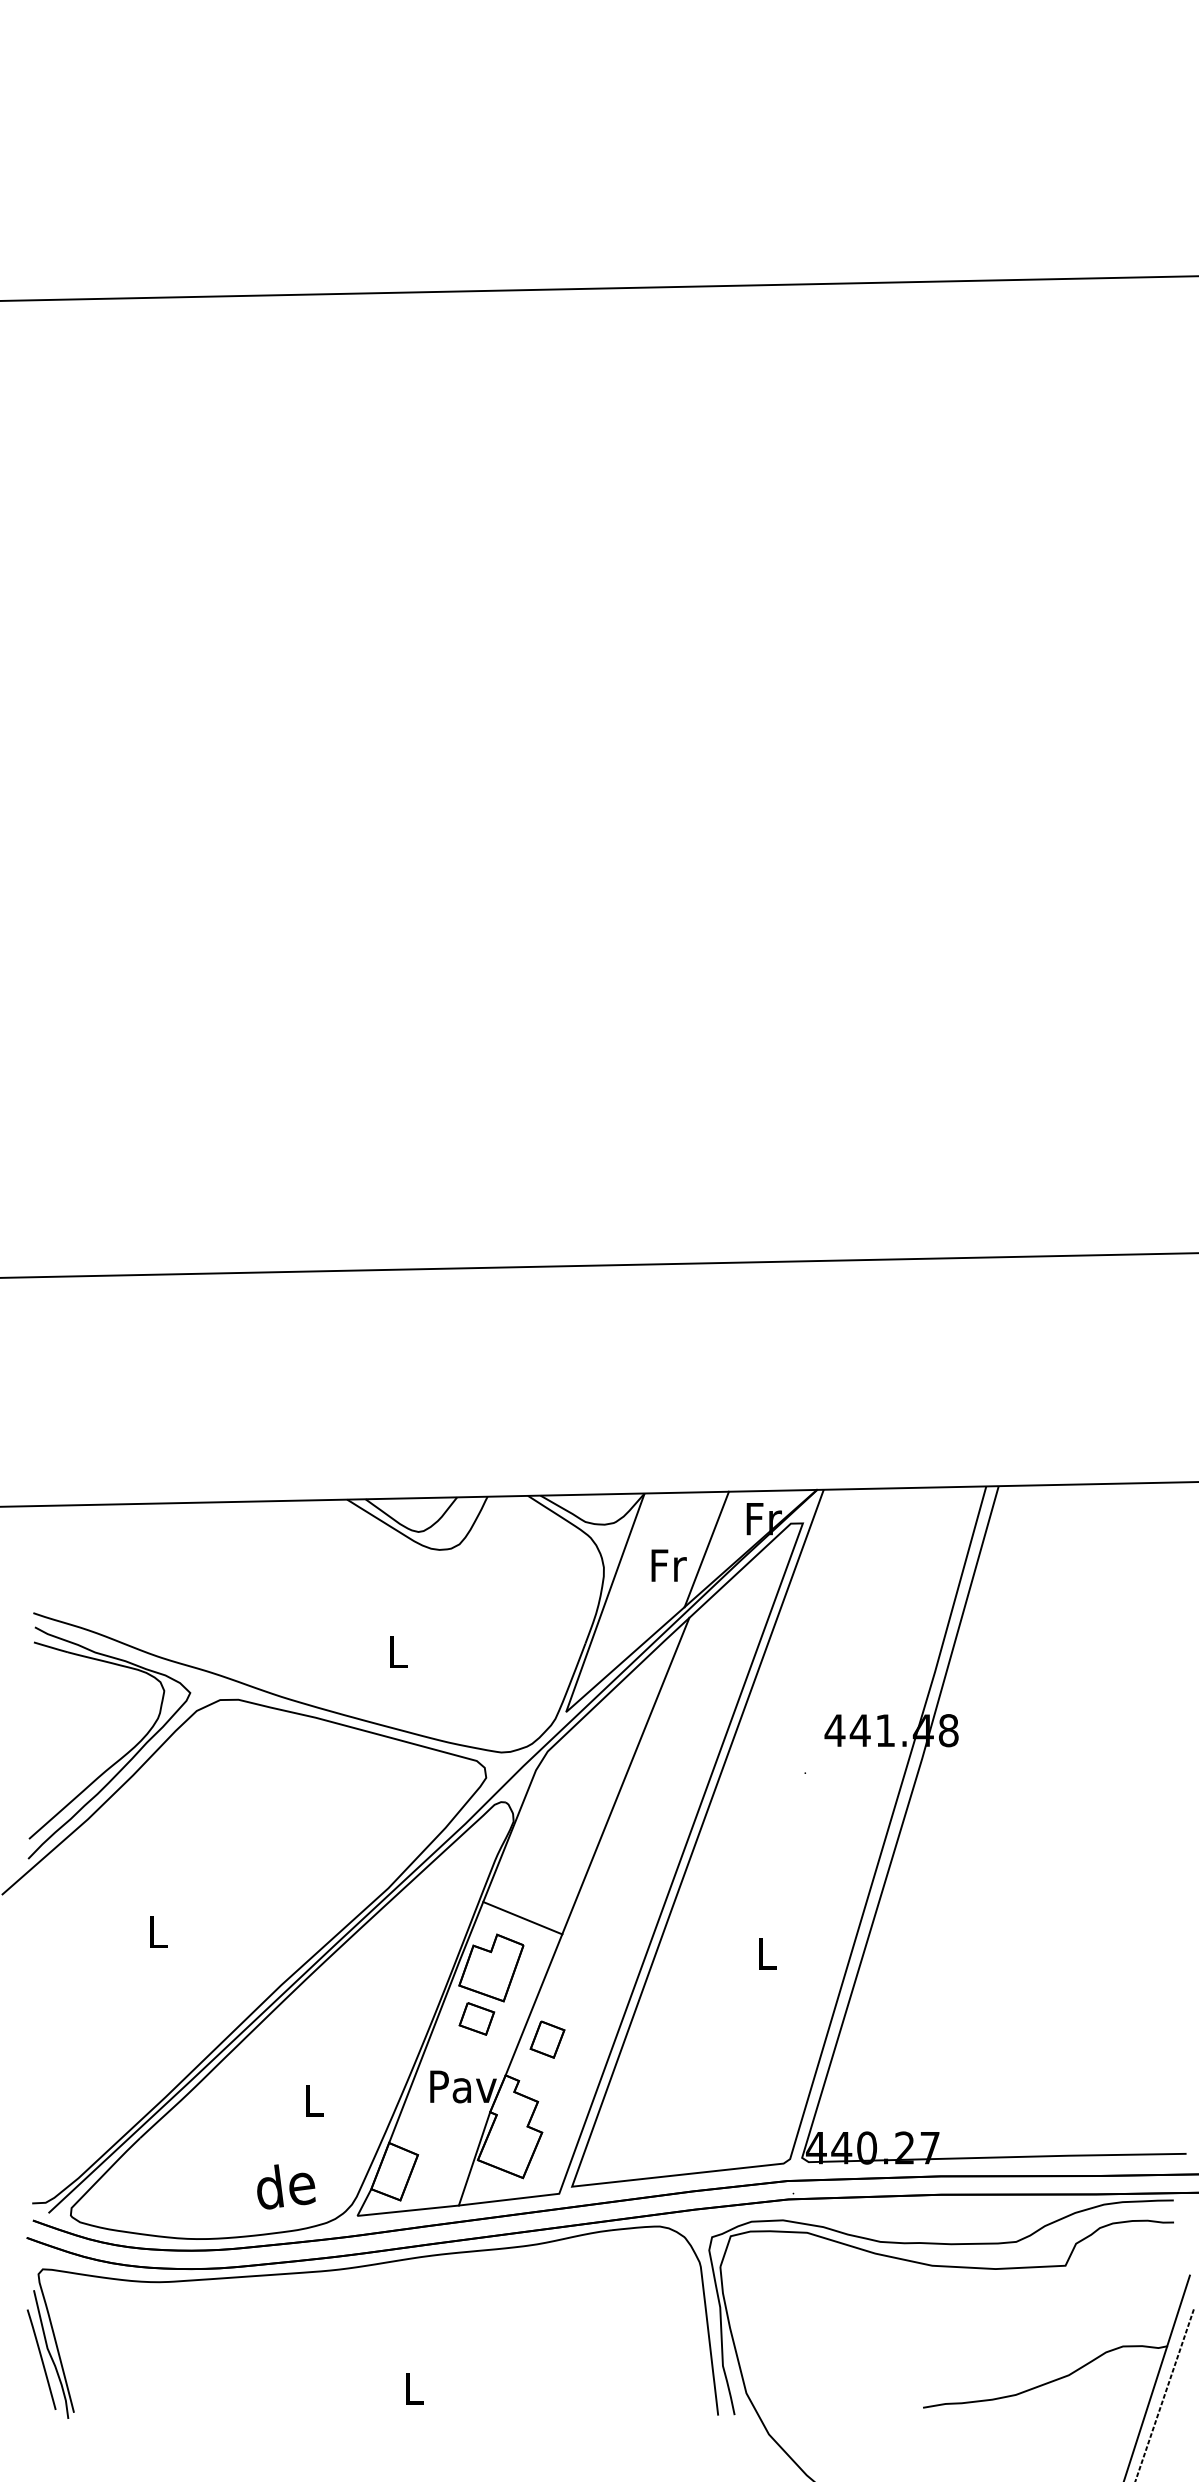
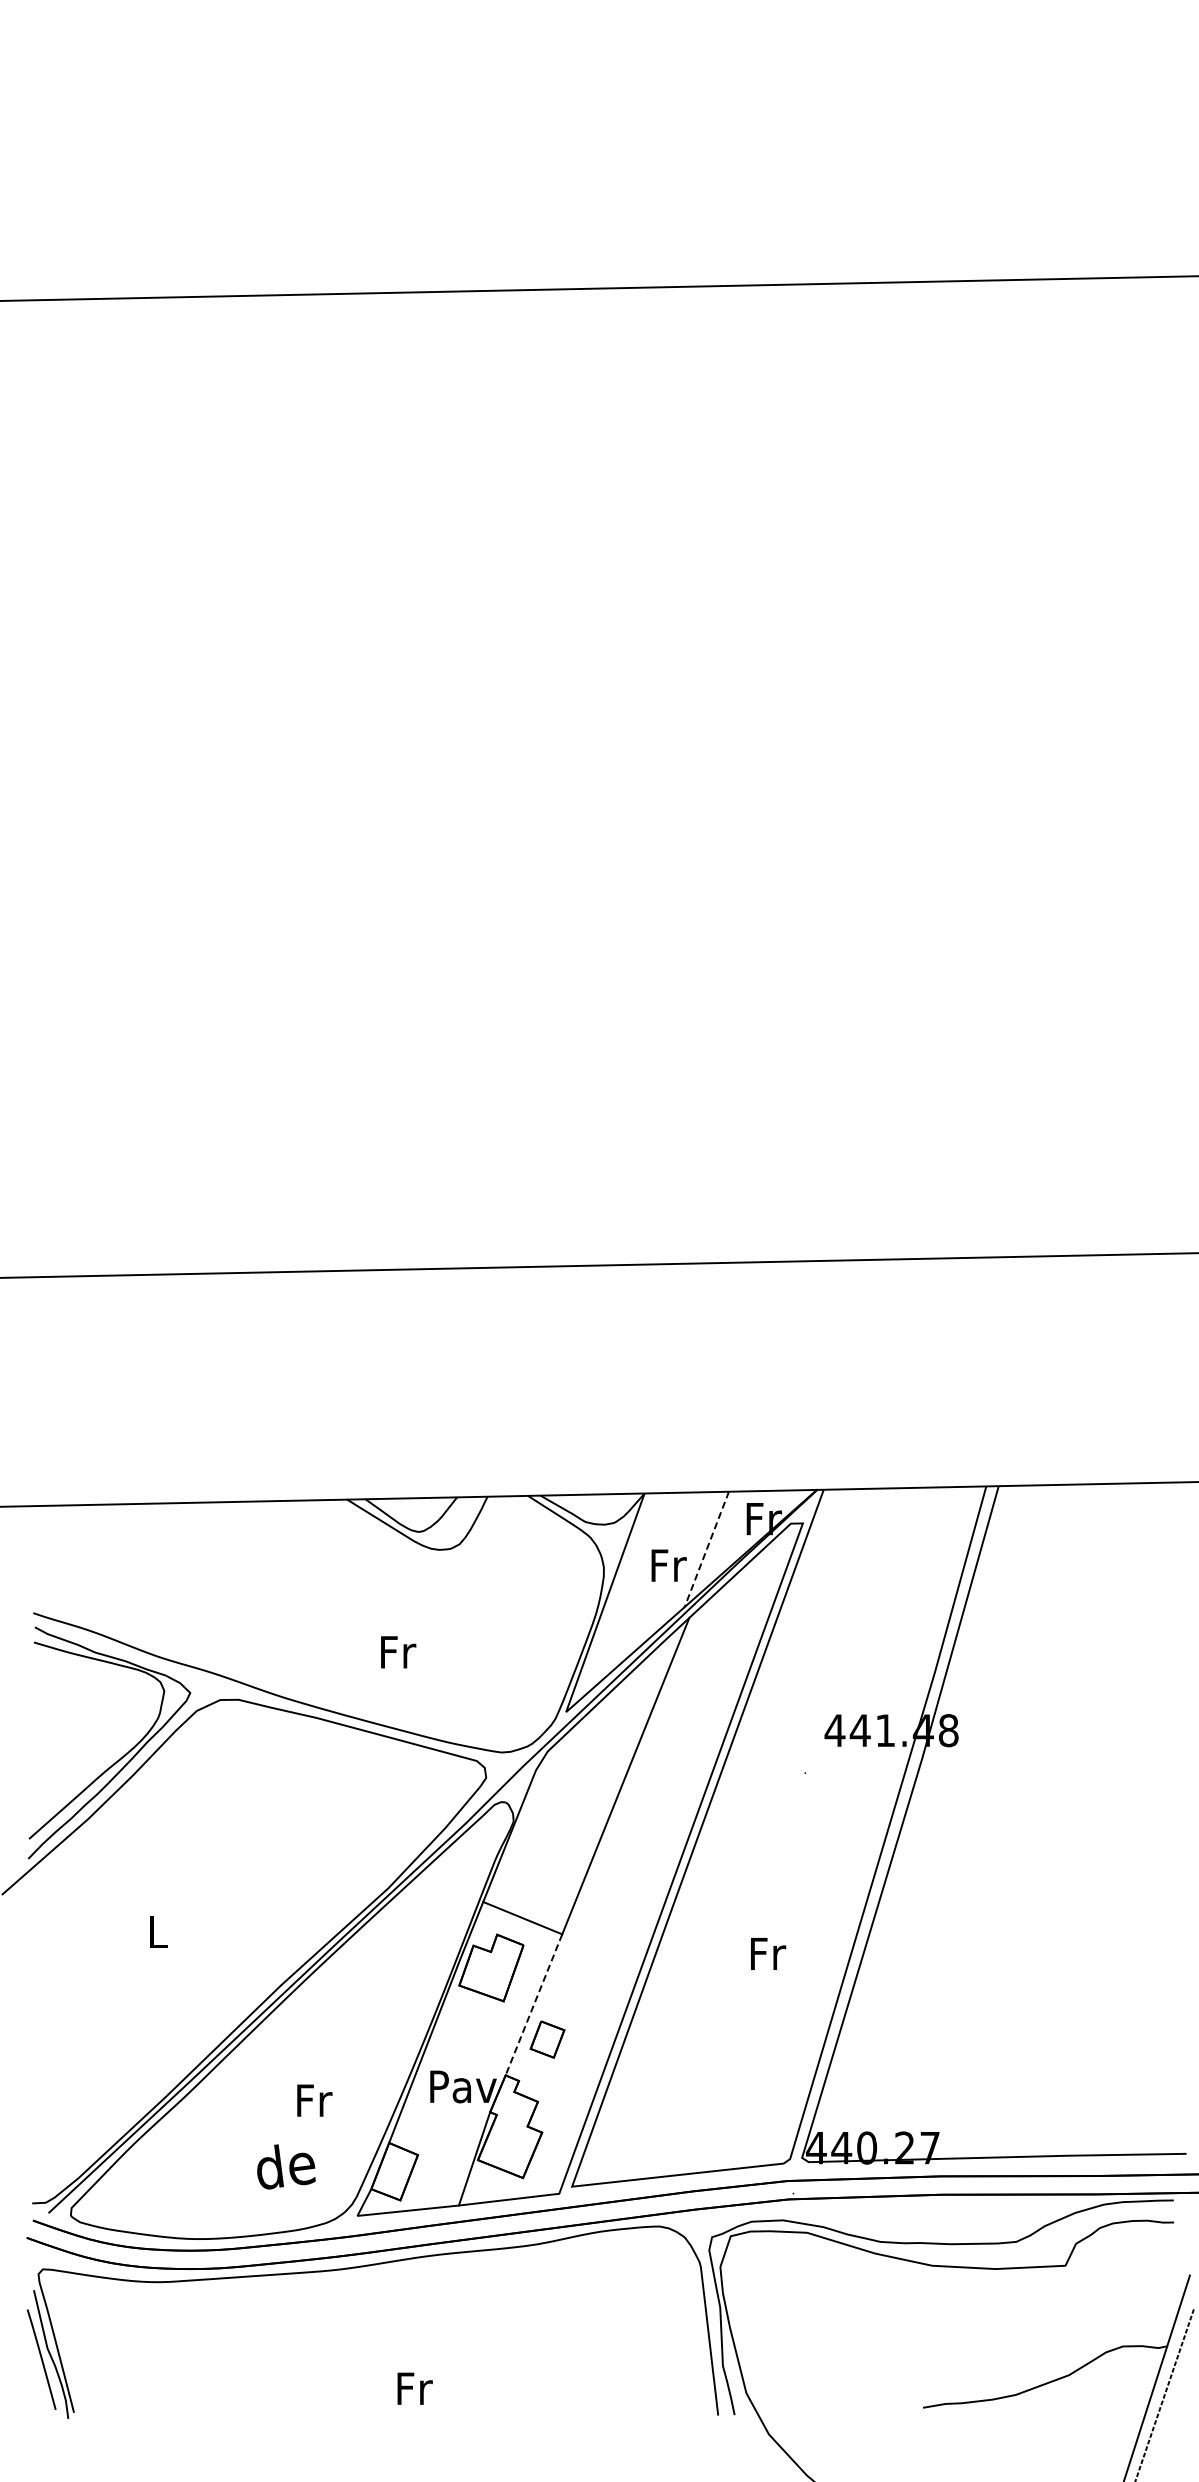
line at (706, 1549): solid -> dashed
text at (398, 1652): L -> Fr
text at (768, 1953): L -> Fr
line at (533, 2004): solid -> dashed
part at (476, 2018): present -> none
text at (314, 2100): L -> Fr
text at (286, 2186) position: (286, 2186) -> (286, 2166)
text at (414, 2388): L -> Fr
